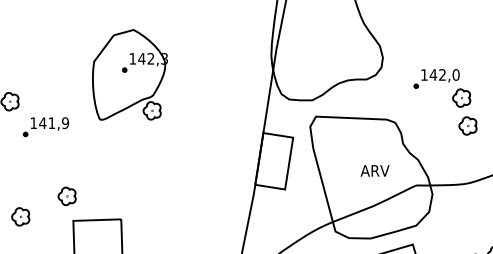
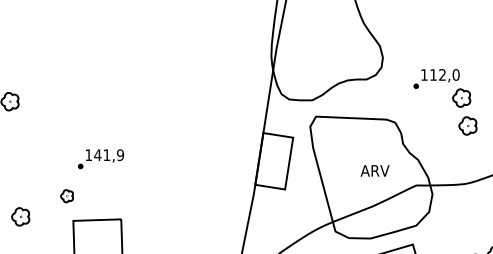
part at (129, 74): present -> none
text at (433, 74): 142,0 -> 112,0
part at (45, 127) position: (45, 127) -> (100, 159)
part at (66, 195) size: 20x20 px -> 14x15 px
